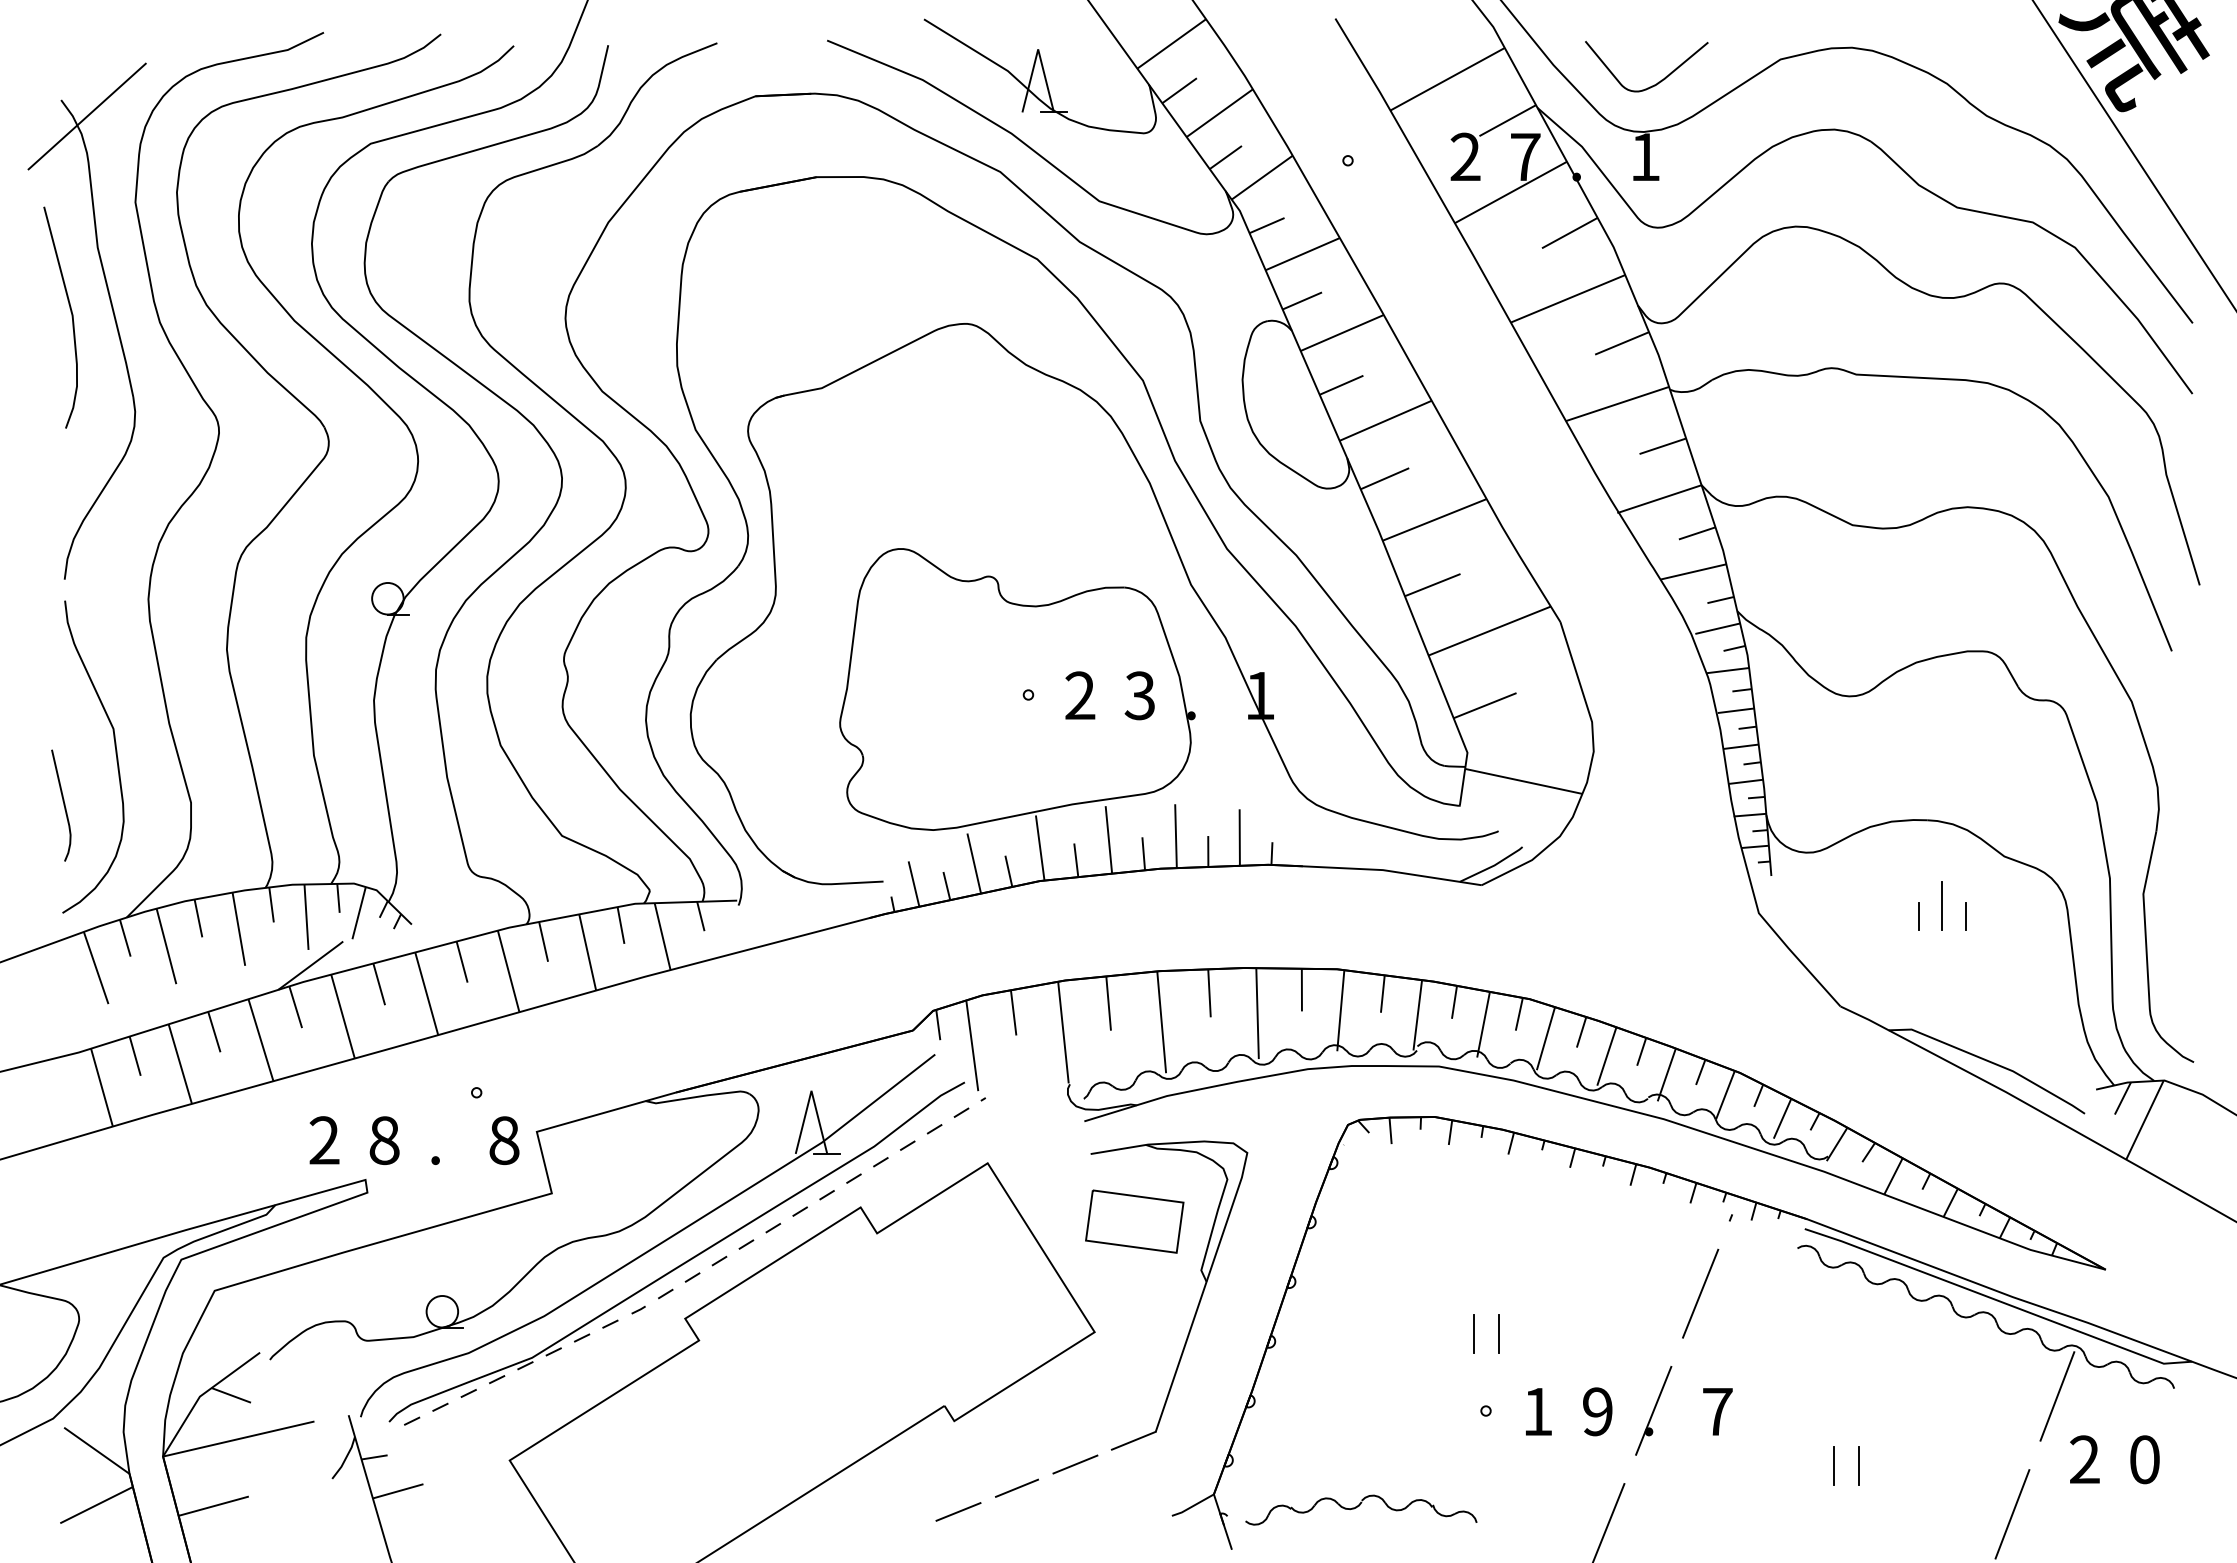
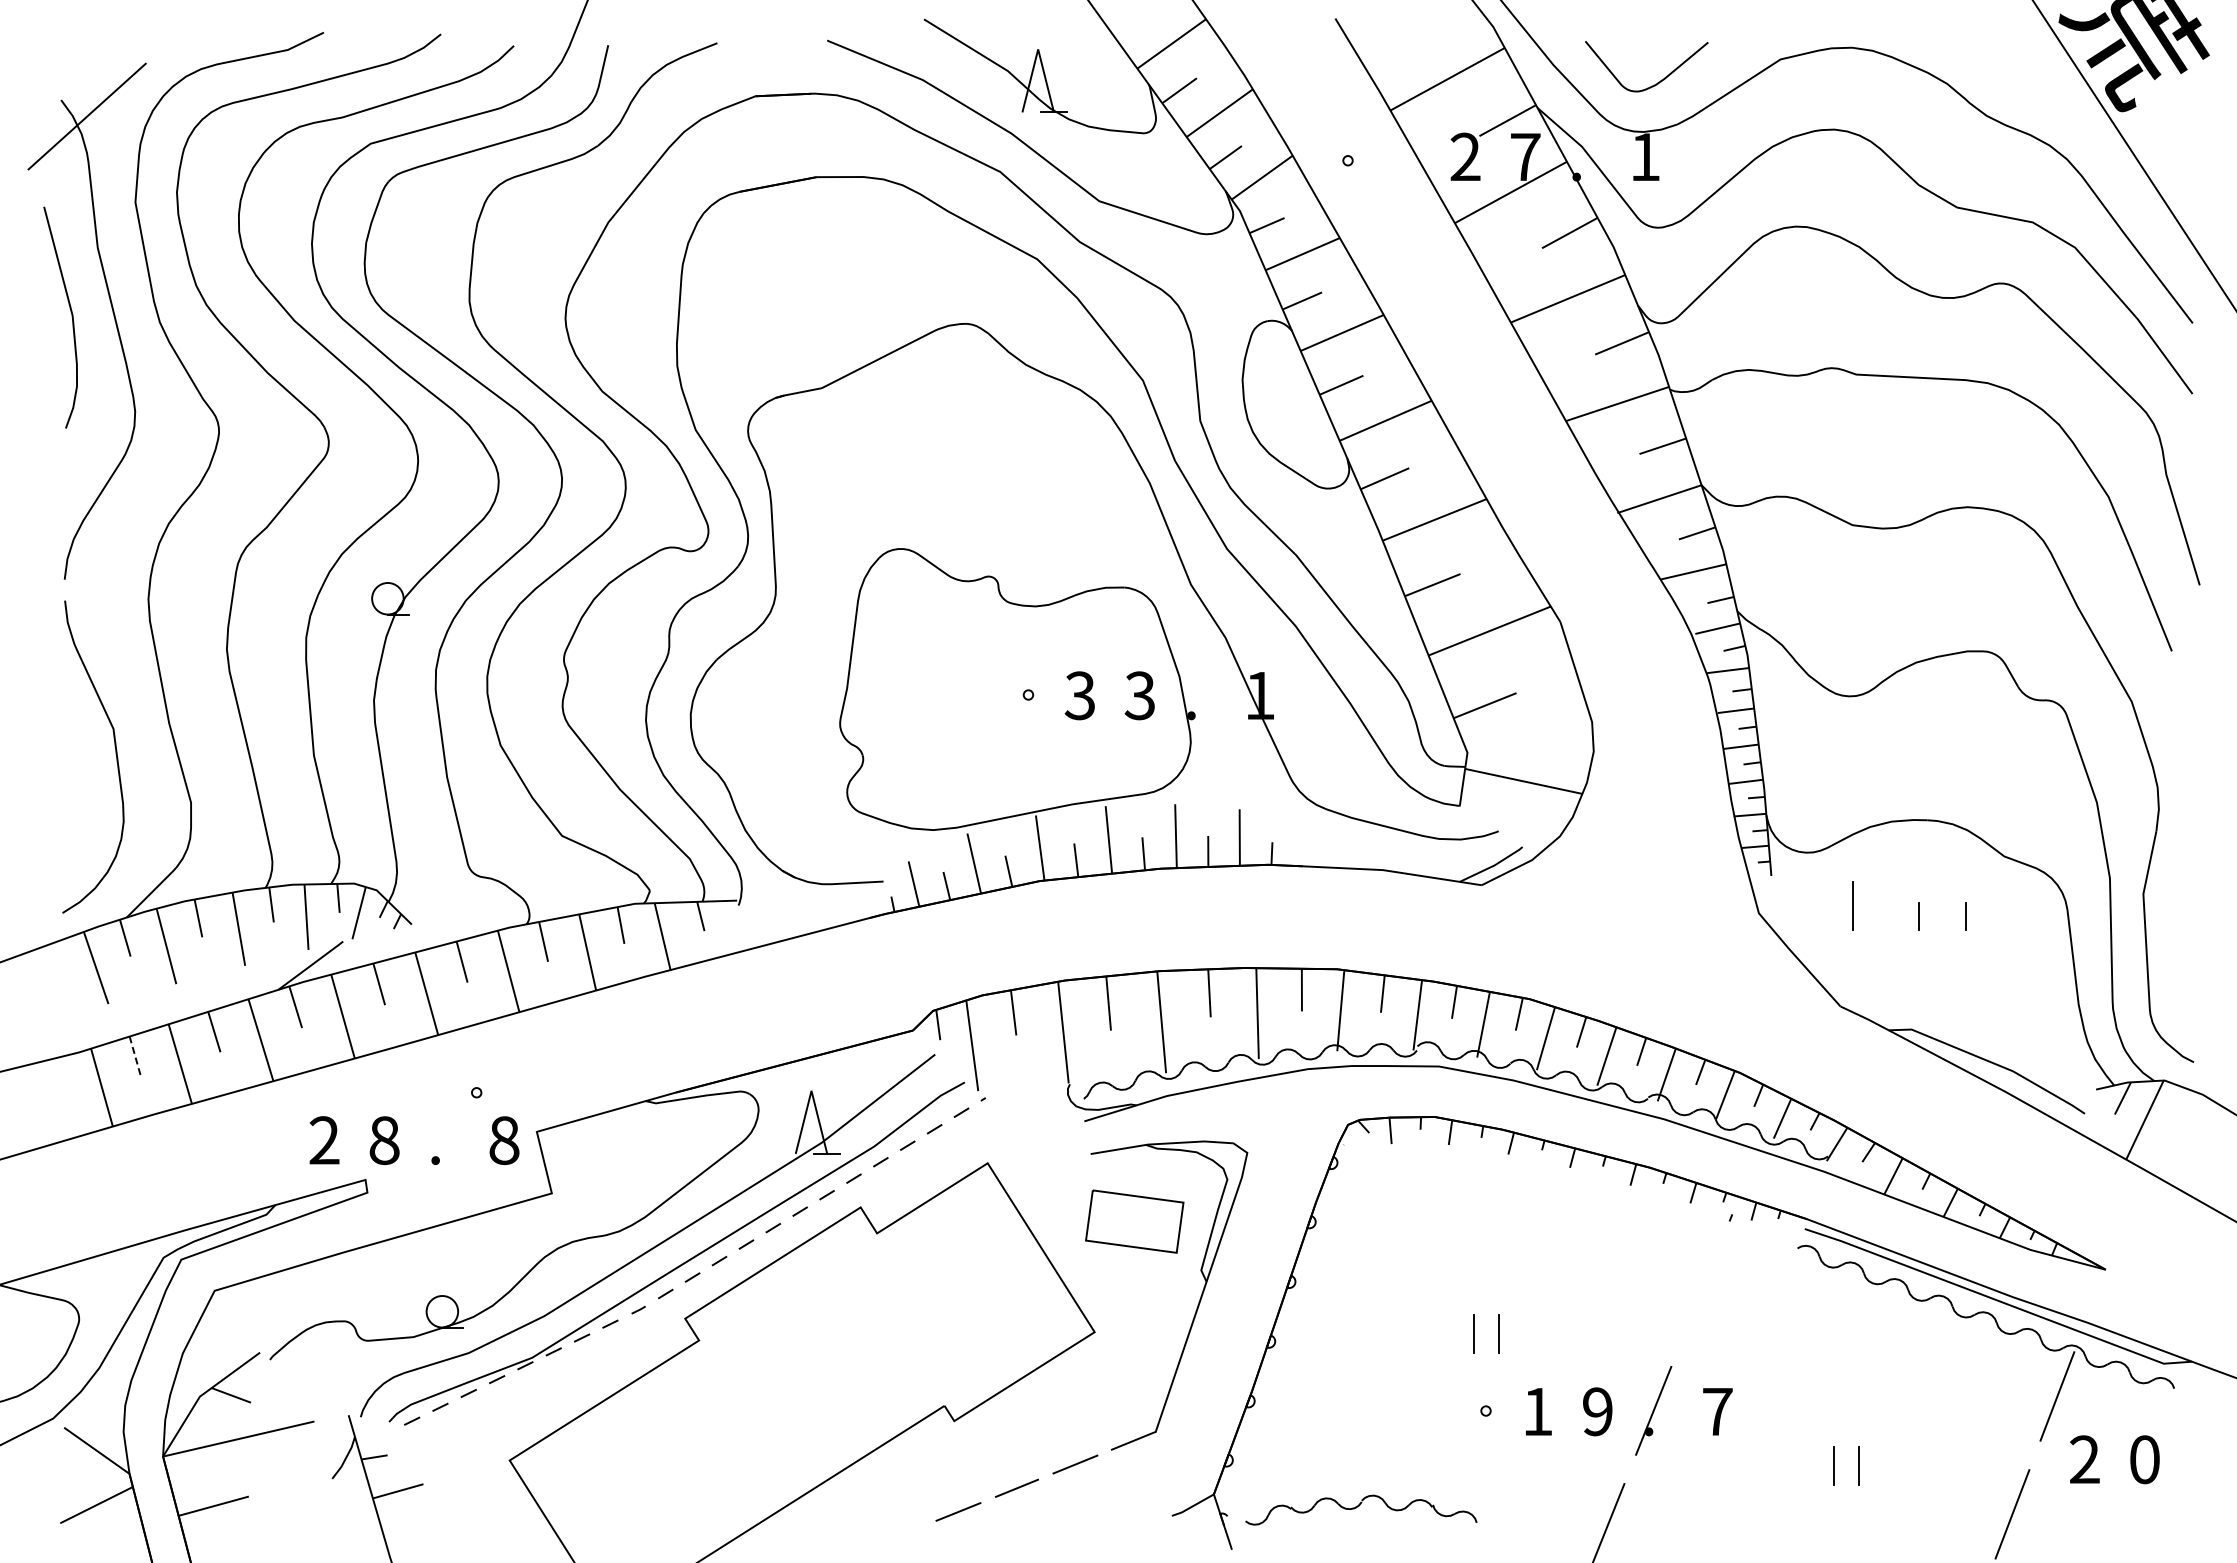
text at (1079, 695): 2 -> 3
curve at (63, 805): present -> none
line at (1941, 905) position: (1941, 905) -> (1852, 905)
line at (135, 1056): solid -> dashed
line at (1700, 1293): present -> none
